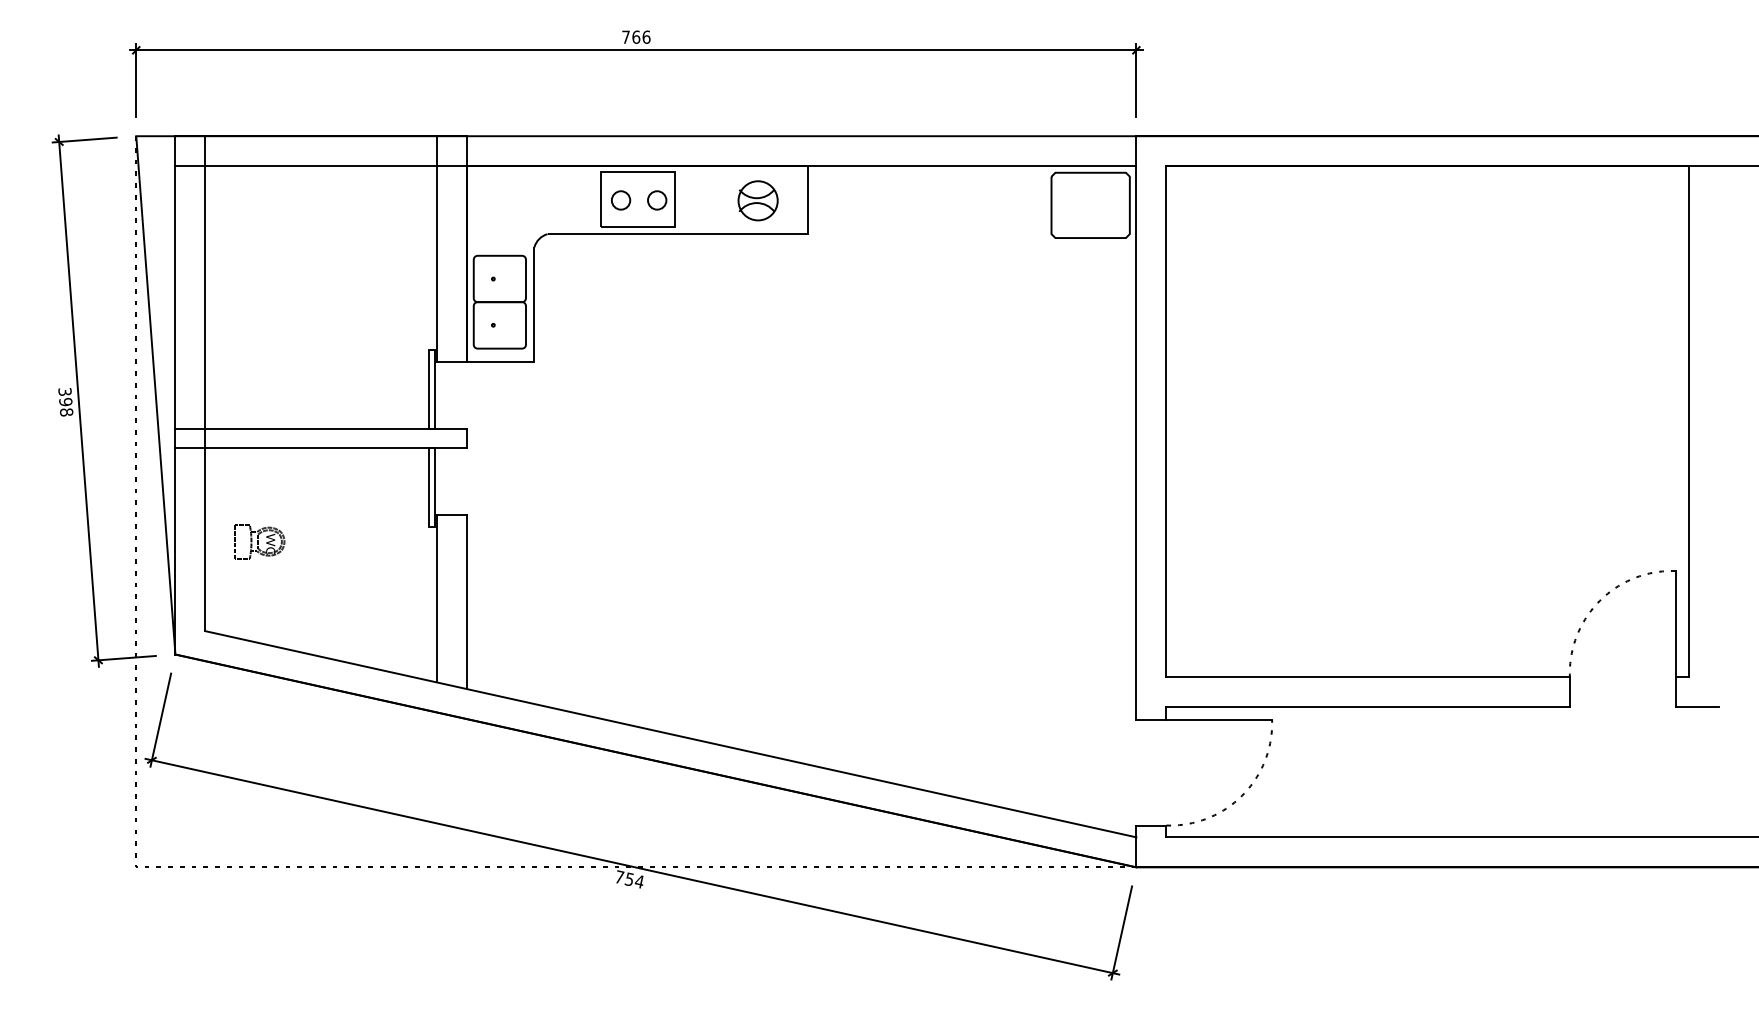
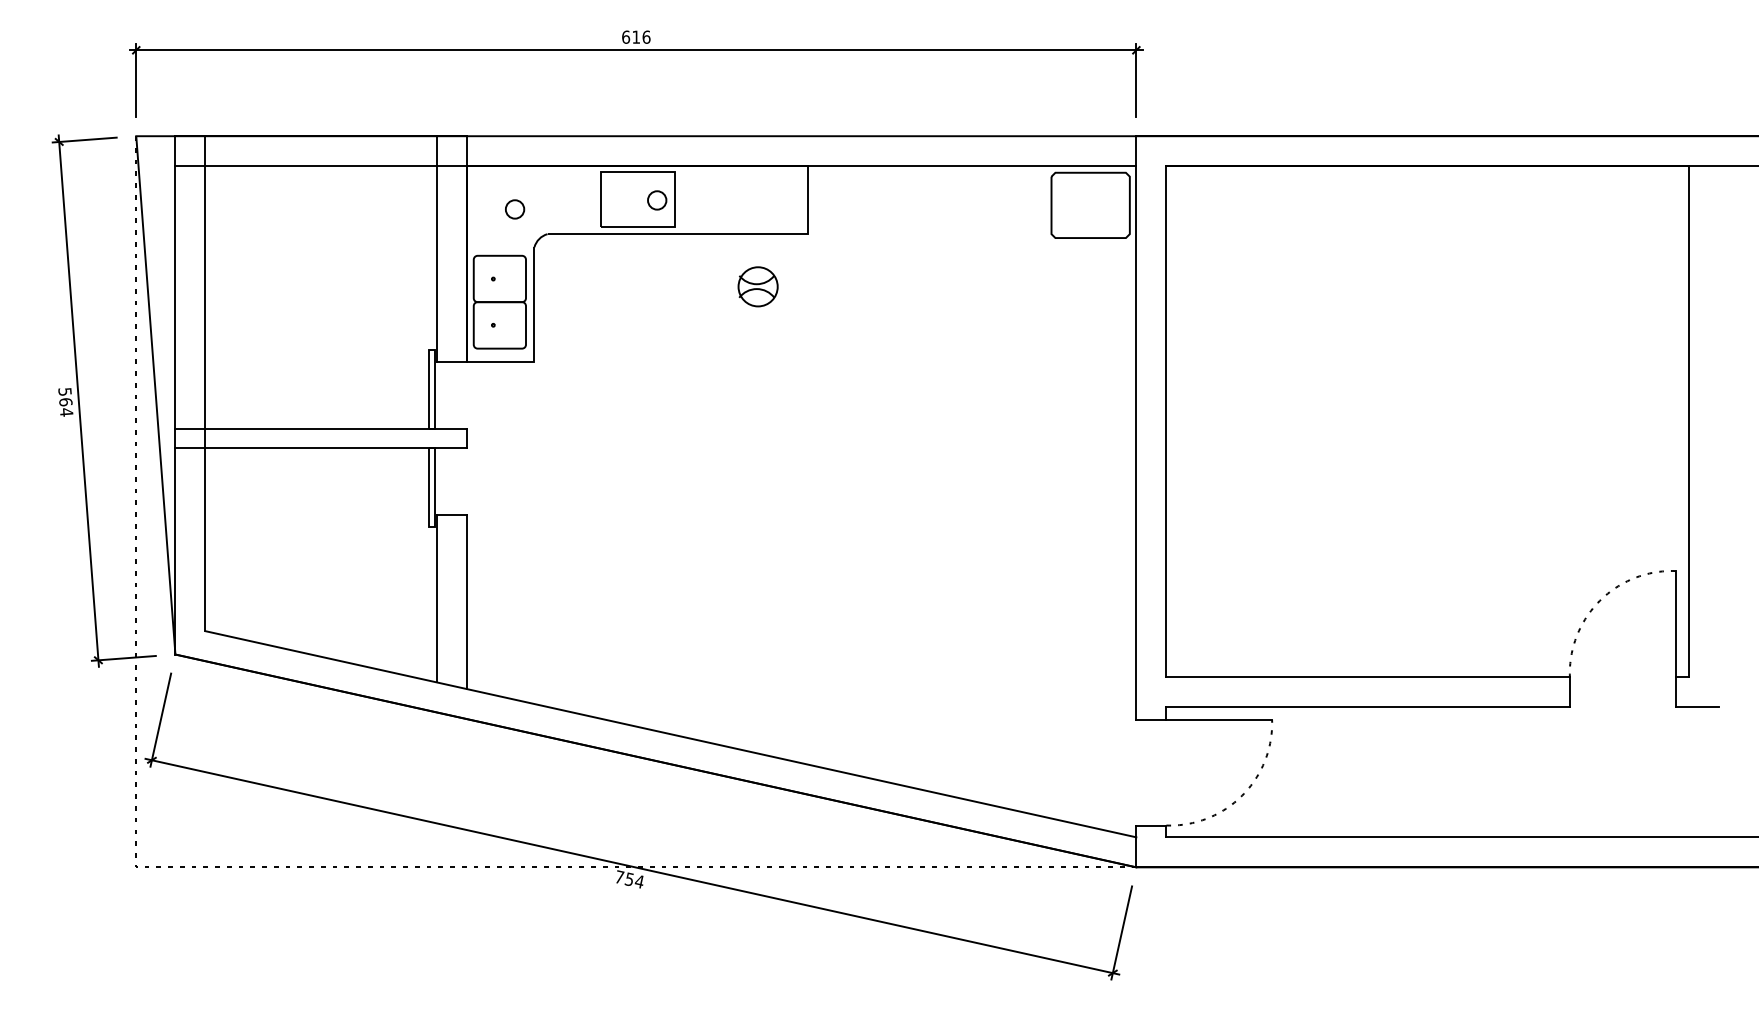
text at (631, 36): 766 -> 616
circle at (621, 200) position: (621, 200) -> (515, 209)
part at (757, 200) position: (757, 200) -> (757, 286)
text at (66, 402): 398 -> 564
part at (259, 541): present -> none
